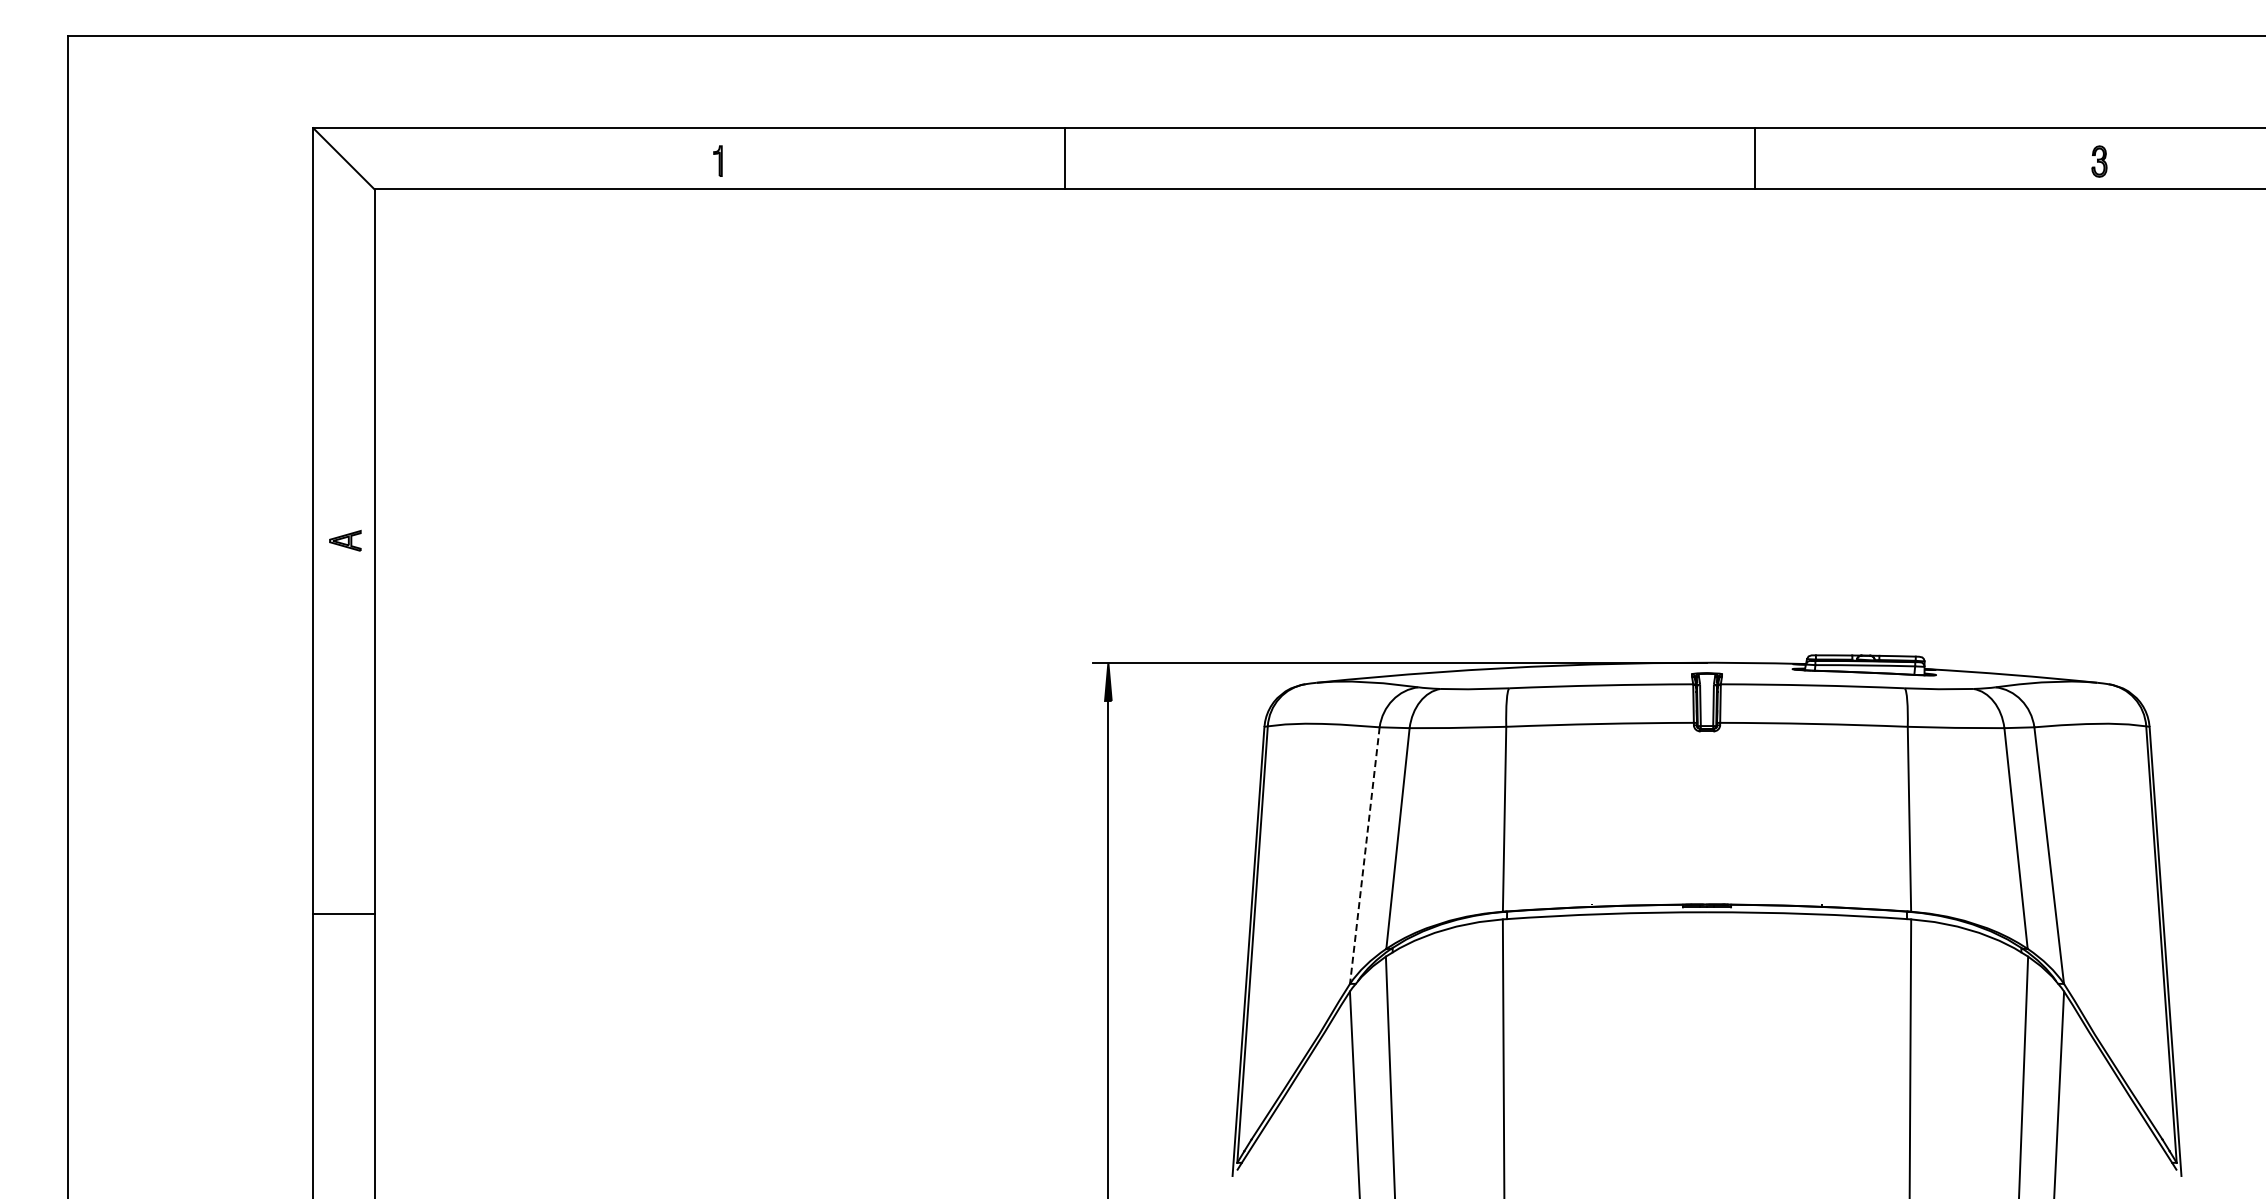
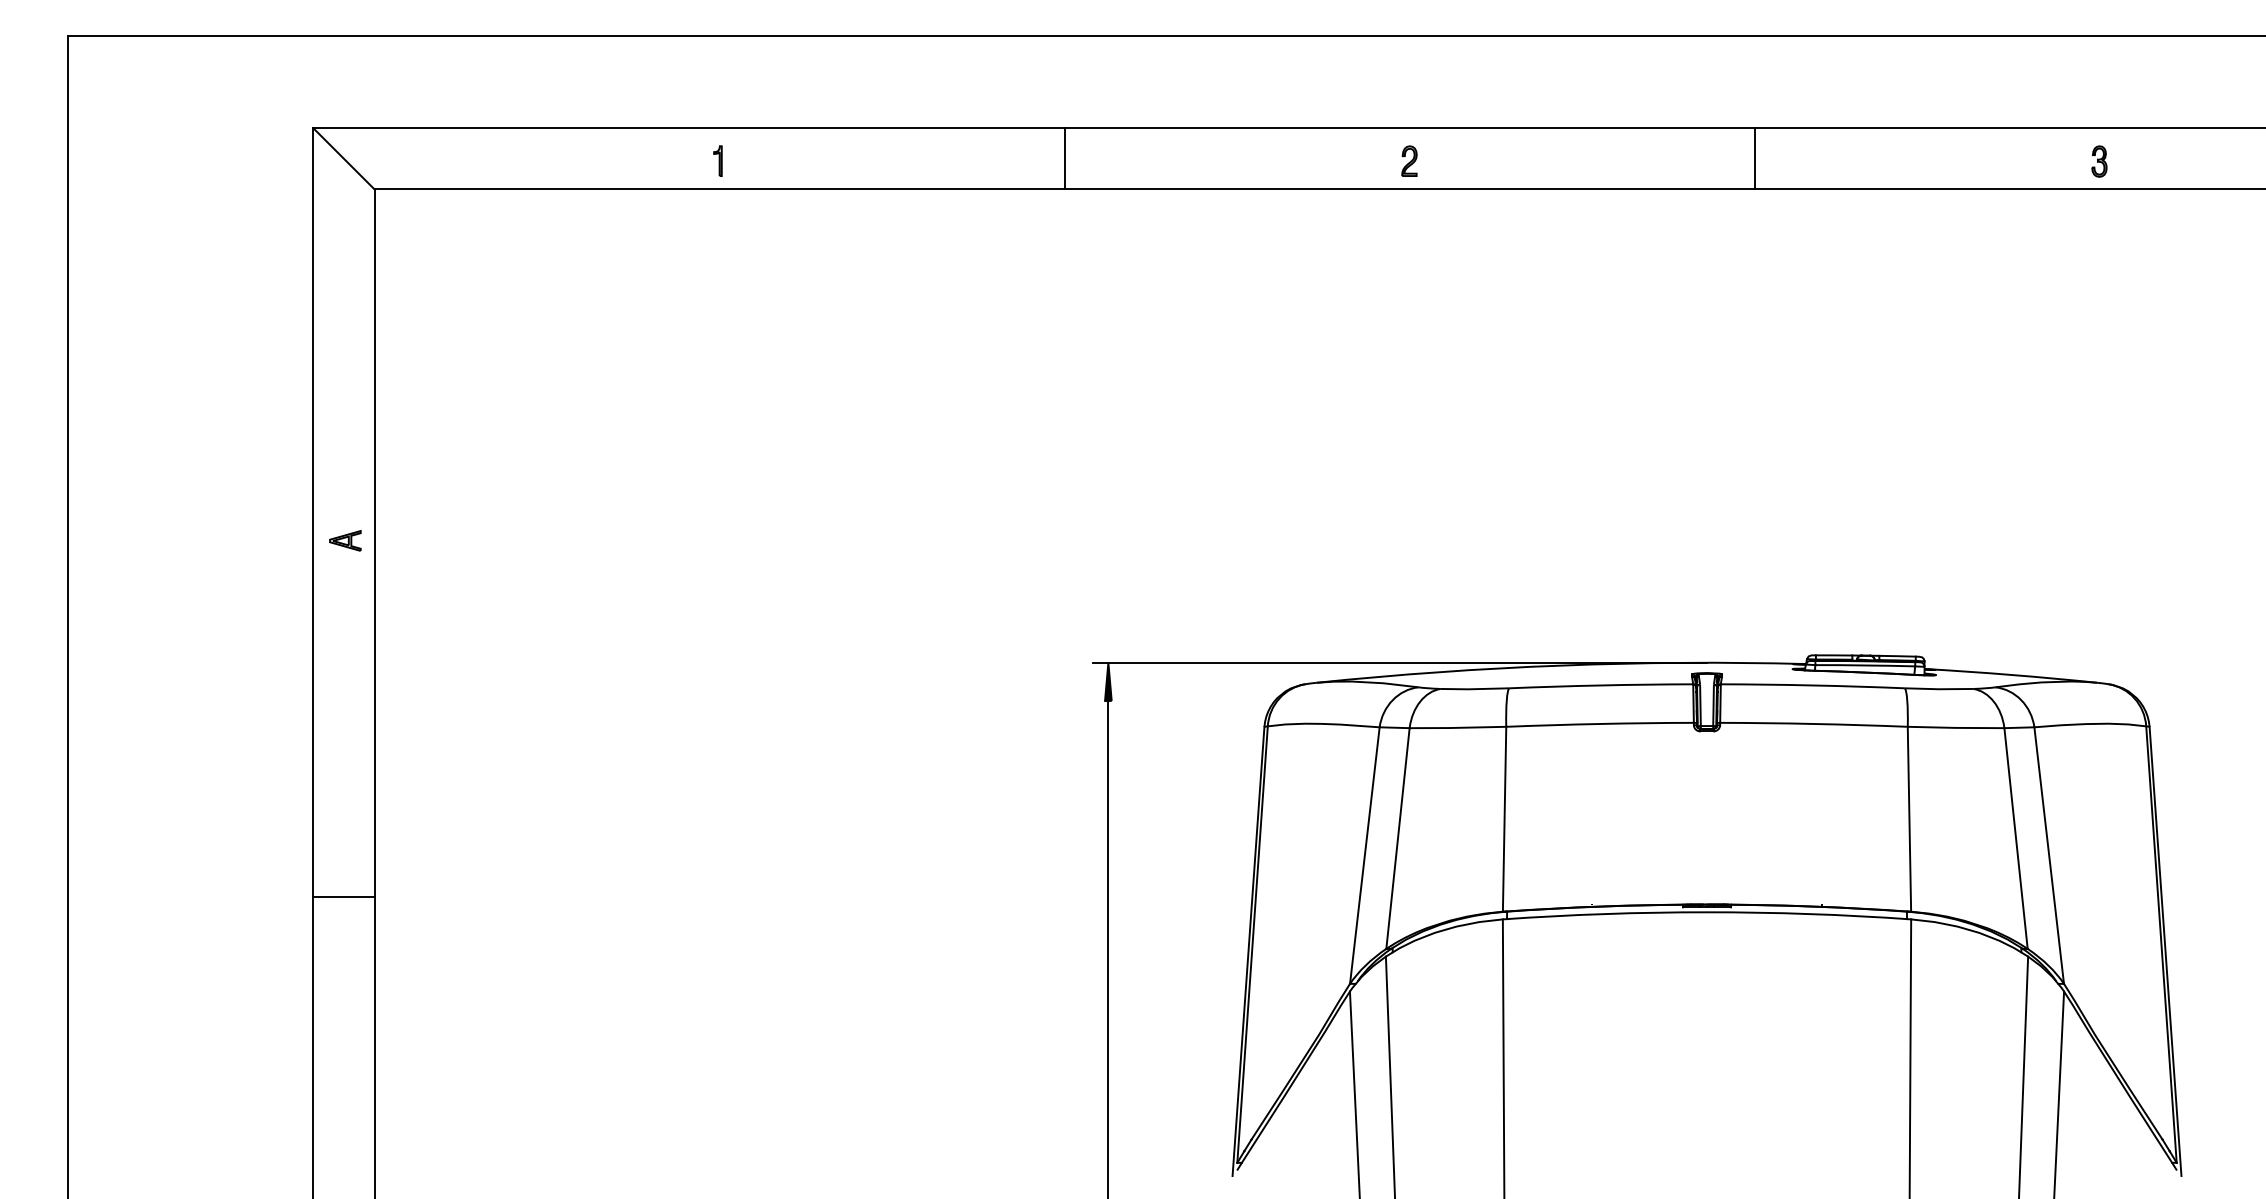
part at (1409, 160): none -> present
line at (1364, 856): dashed -> solid
line at (343, 914) position: (343, 914) -> (343, 897)
